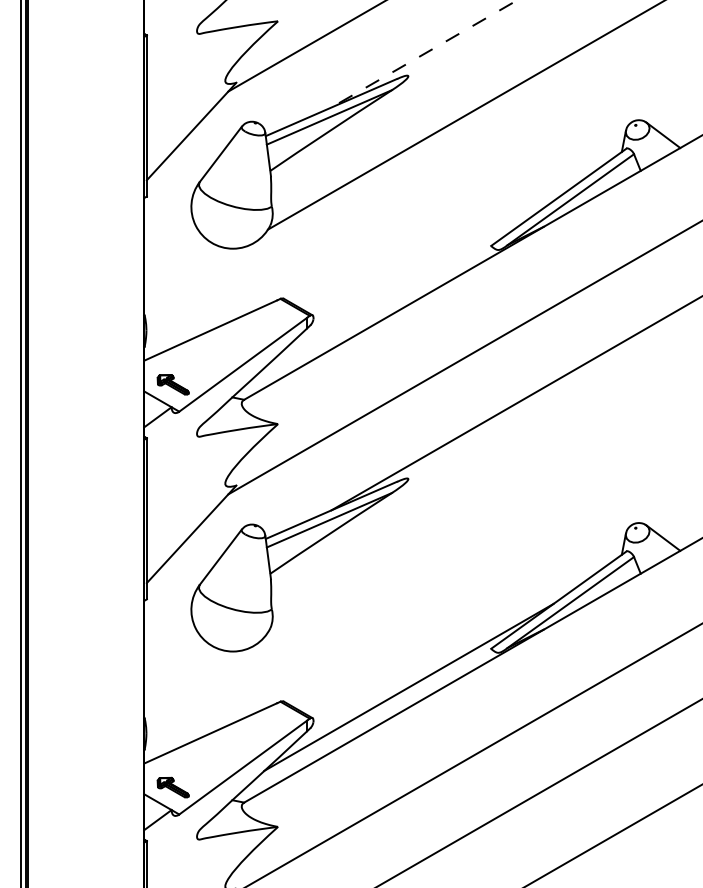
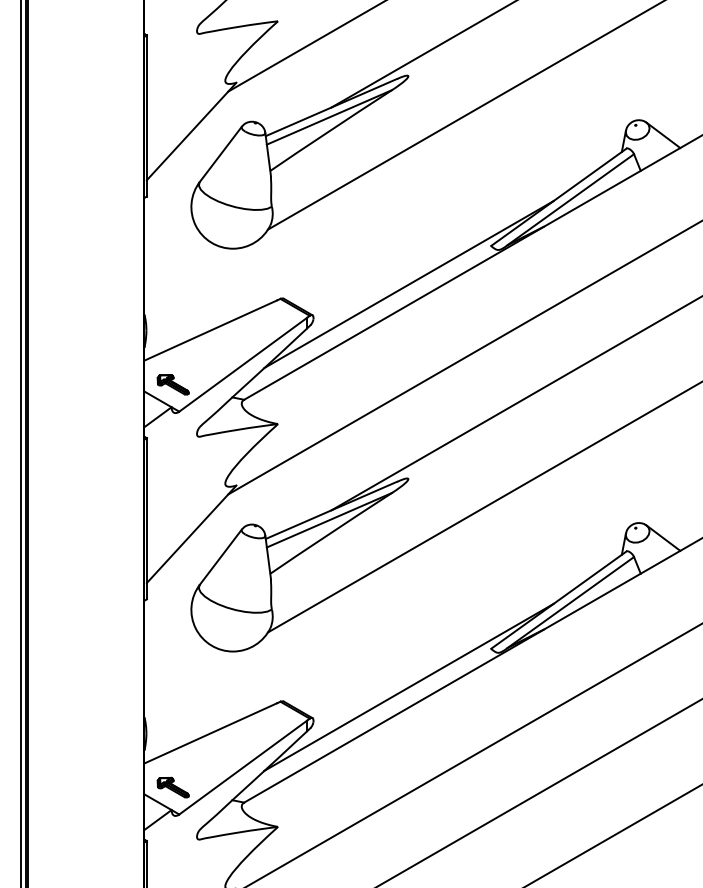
line at (424, 54): dashed -> solid
line at (408, 284): none -> present
line at (483, 507): none -> present
